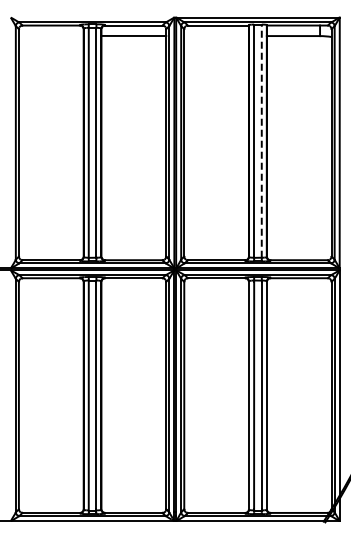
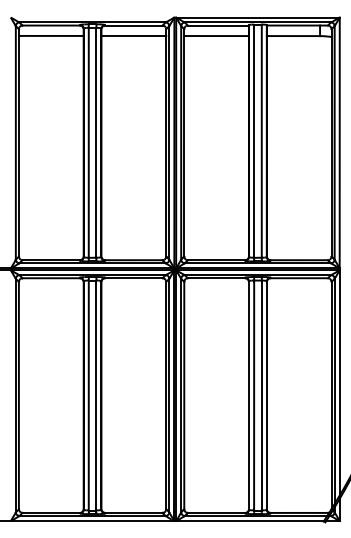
line at (50, 35): none -> present
line at (216, 36): none -> present
line at (261, 141): dashed -> solid
